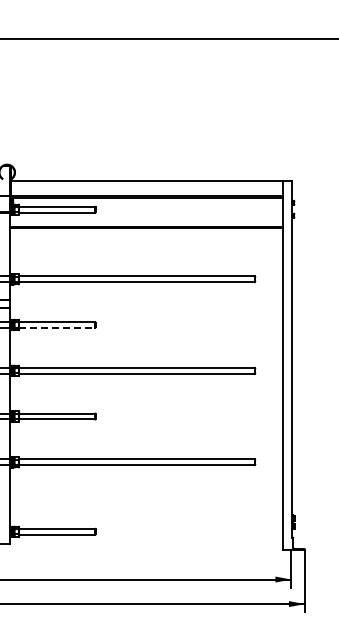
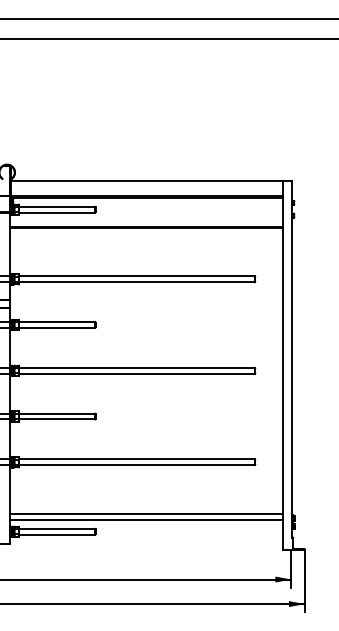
line at (168, 18): none -> present
line at (57, 327): dashed -> solid
line at (146, 513): none -> present
line at (146, 520): none -> present
